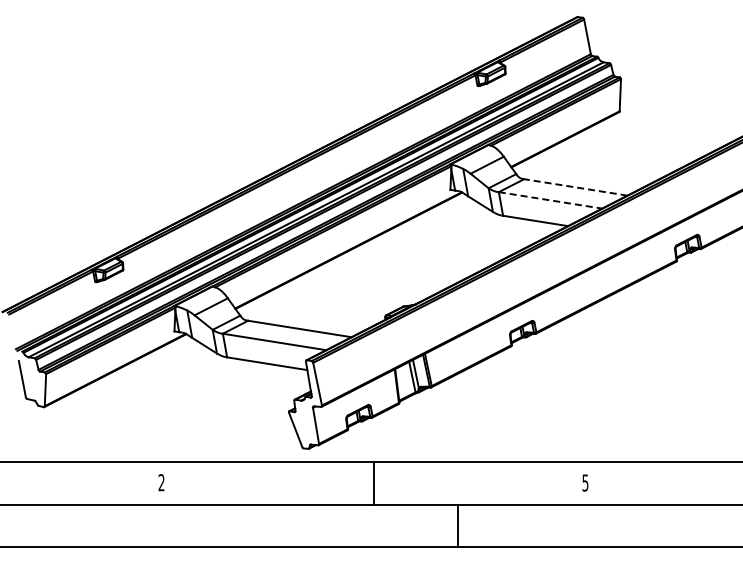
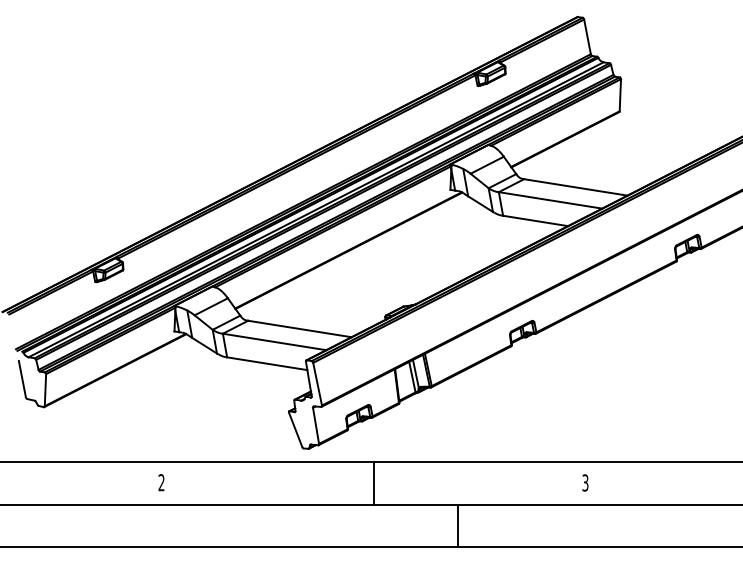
line at (575, 187): dashed -> solid
line at (551, 200): dashed -> solid
text at (585, 482): 5 -> 3
